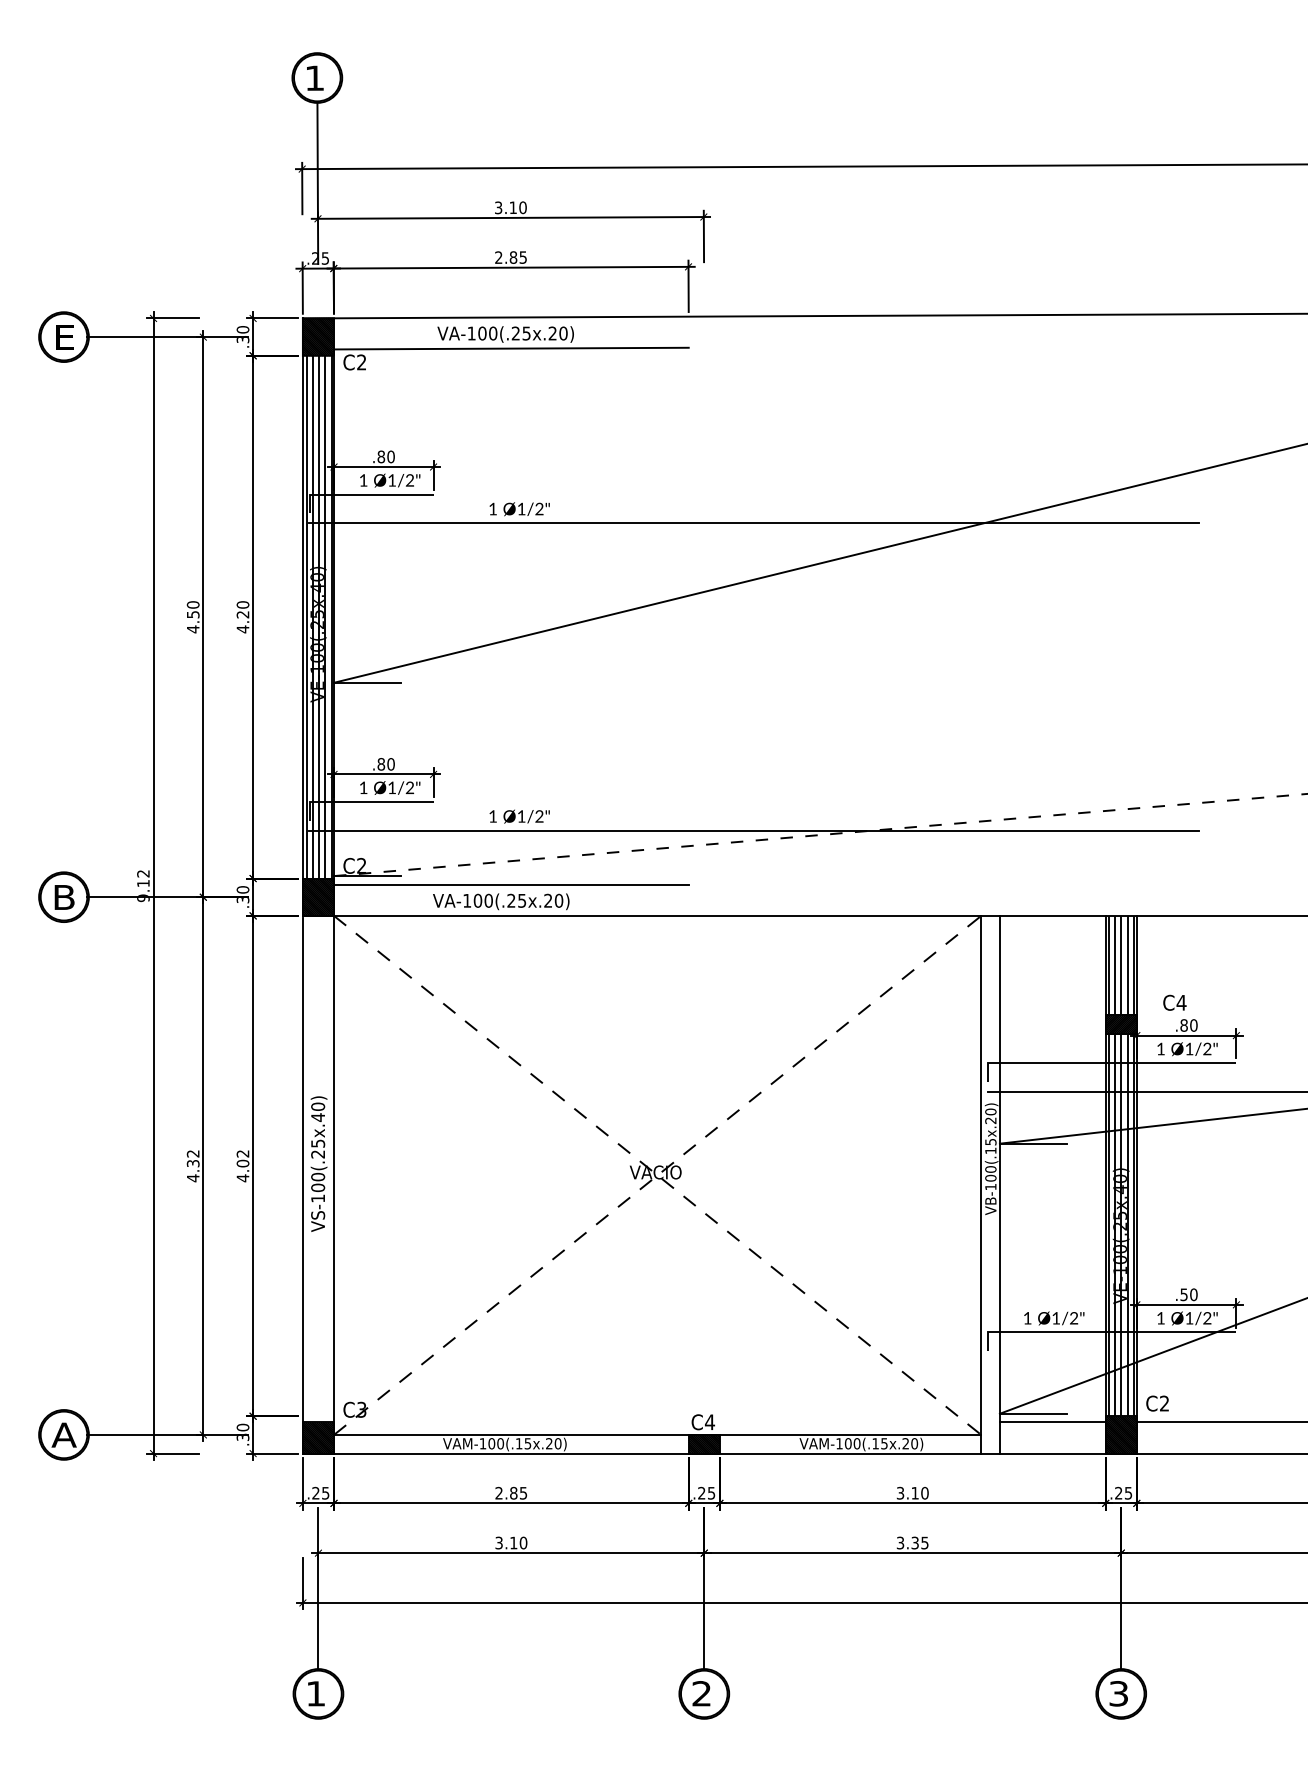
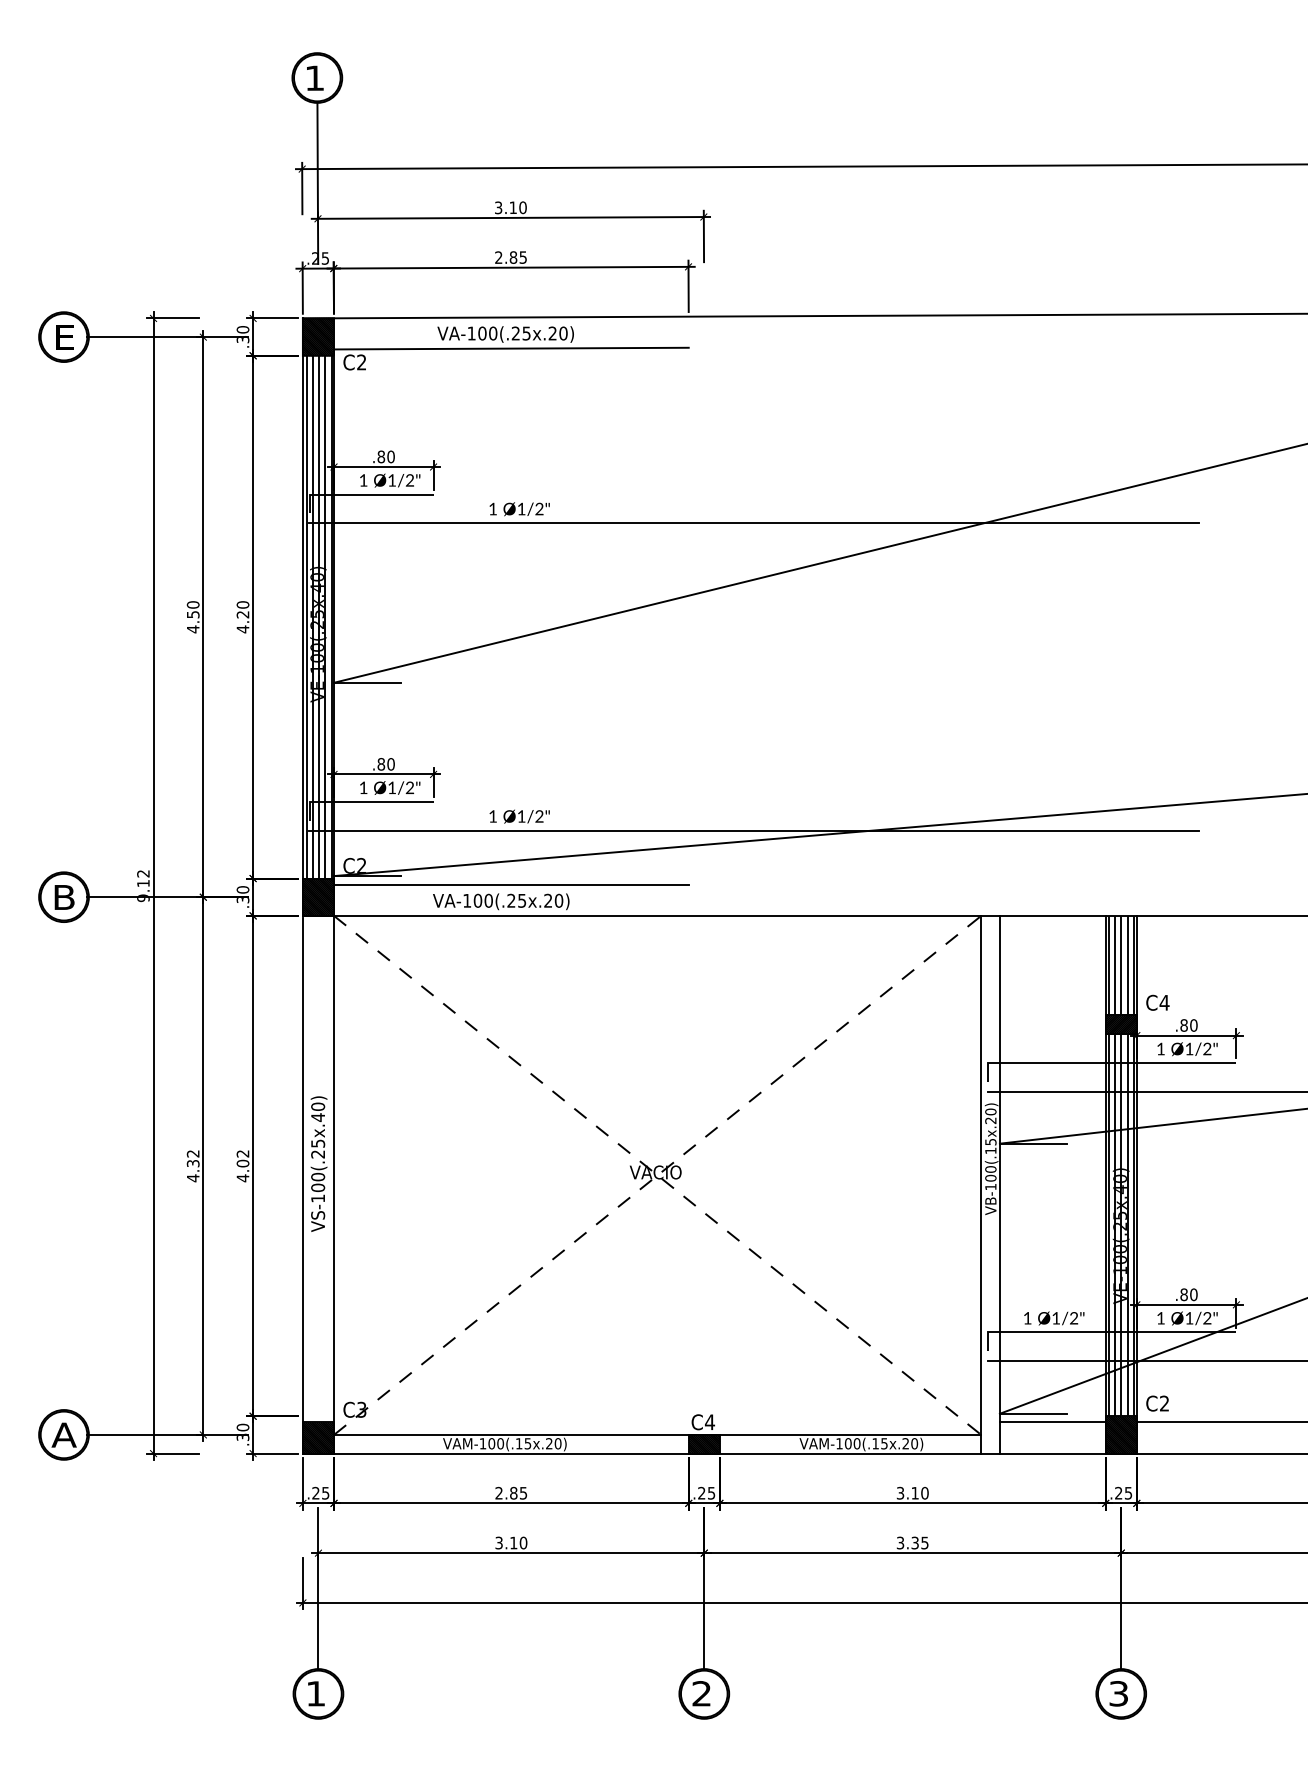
line at (821, 834): dashed -> solid
text at (1174, 1002) position: (1174, 1002) -> (1157, 1002)
text at (1183, 1294): .50 -> .80
line at (1146, 1361): none -> present
